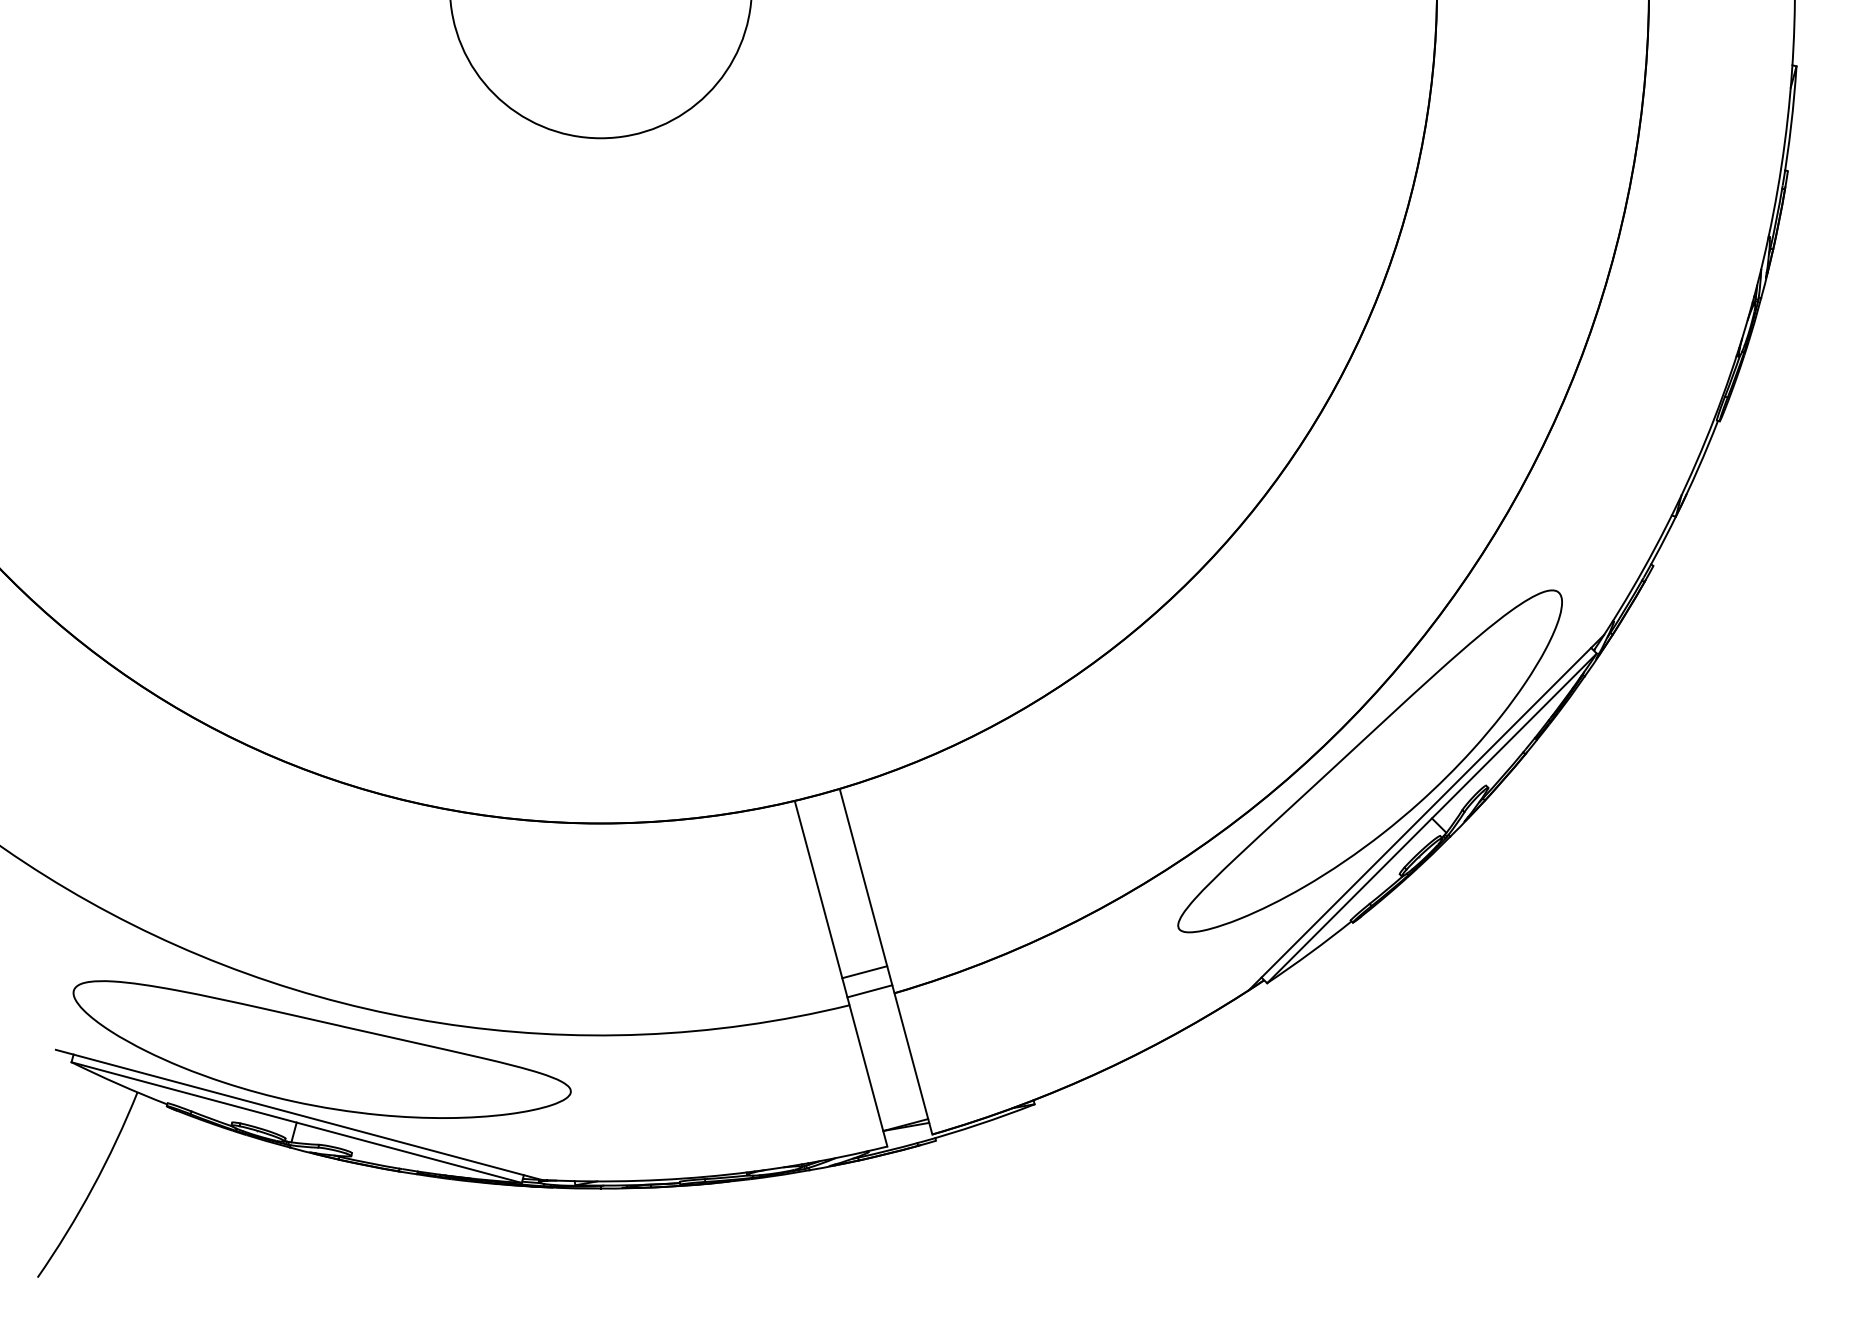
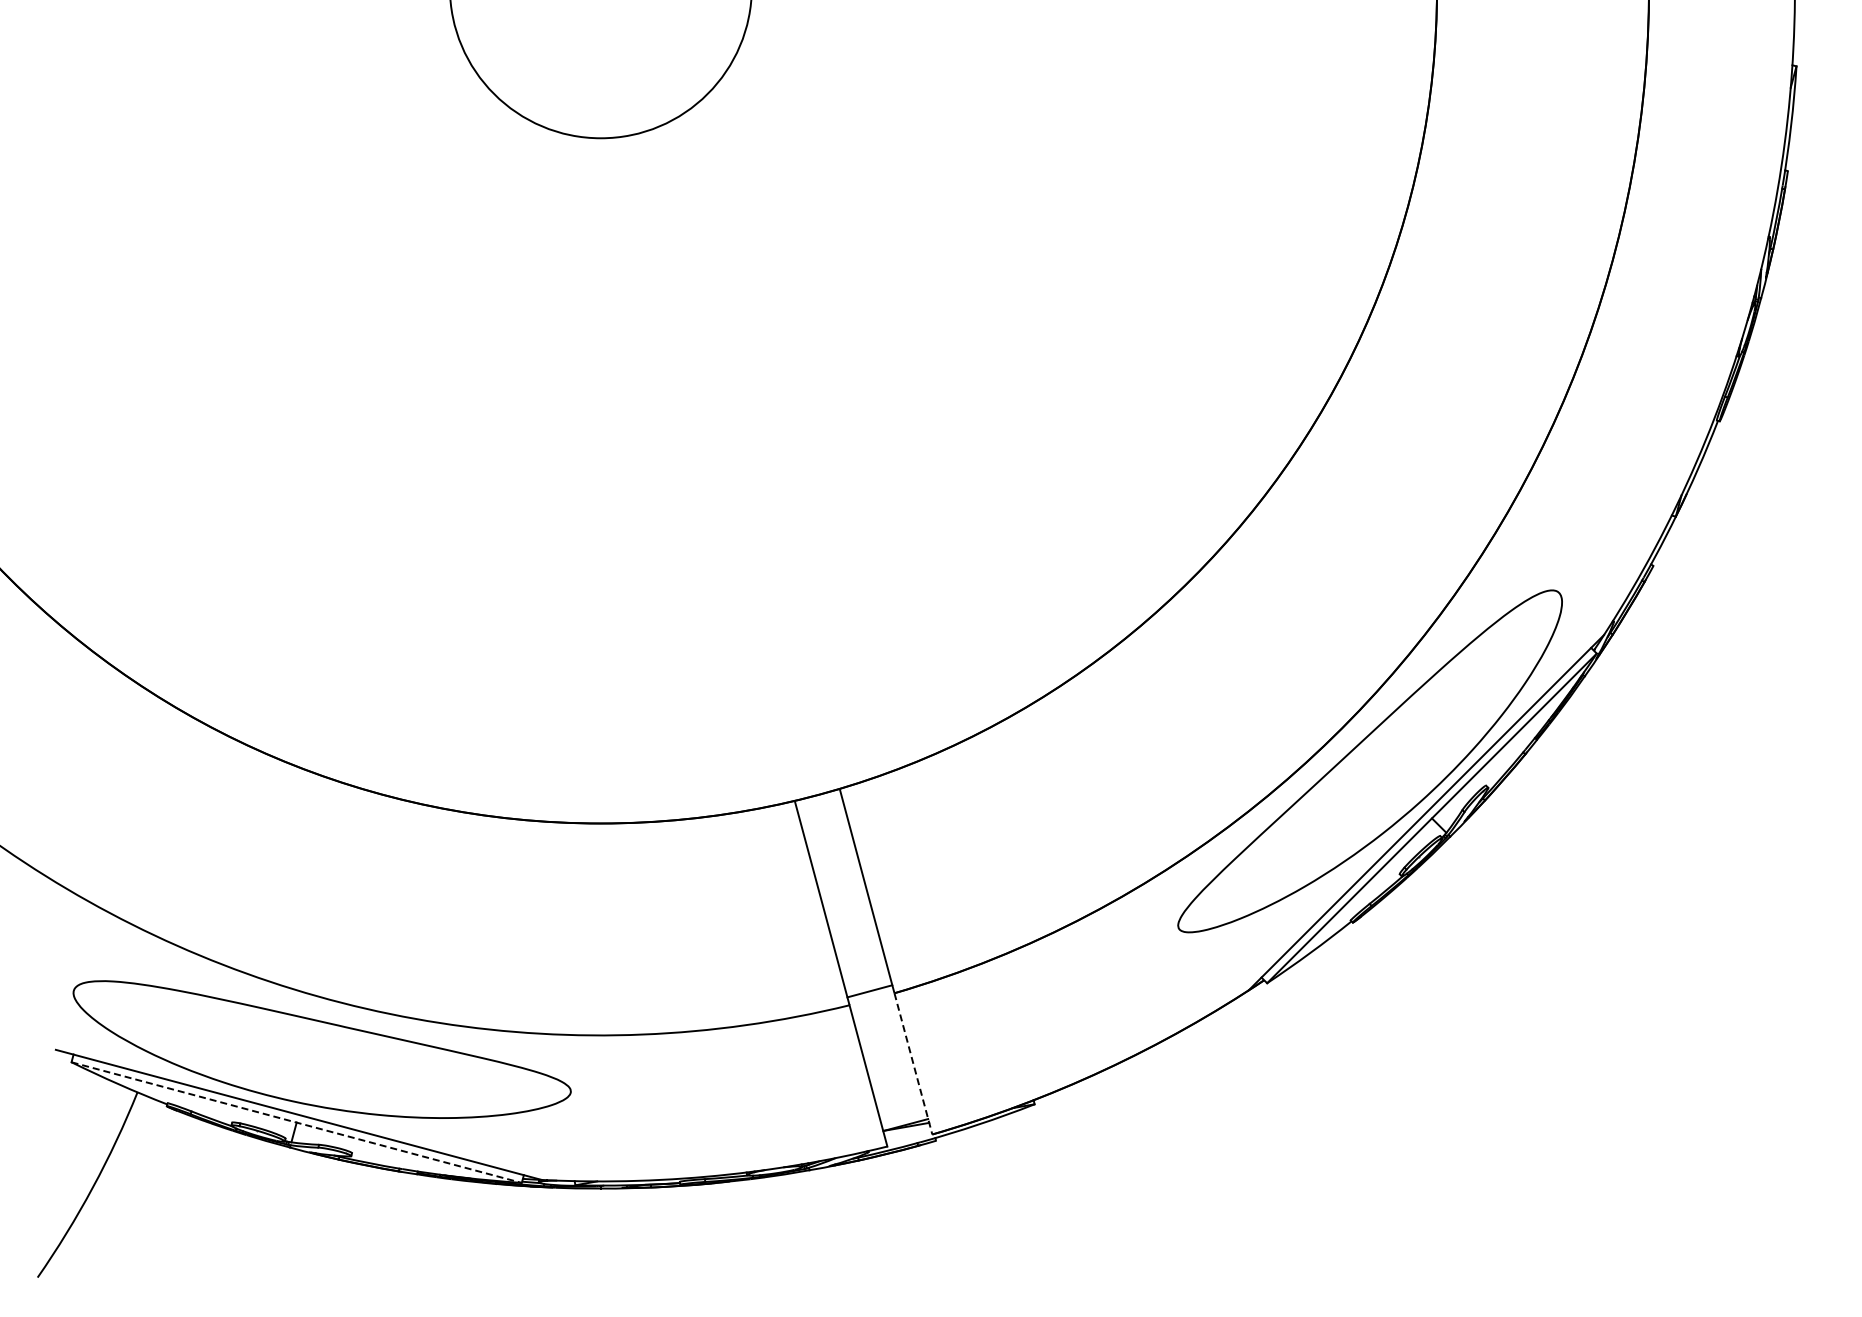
line at (864, 972): present -> none
line at (913, 1064): solid -> dashed
line at (297, 1122): solid -> dashed
